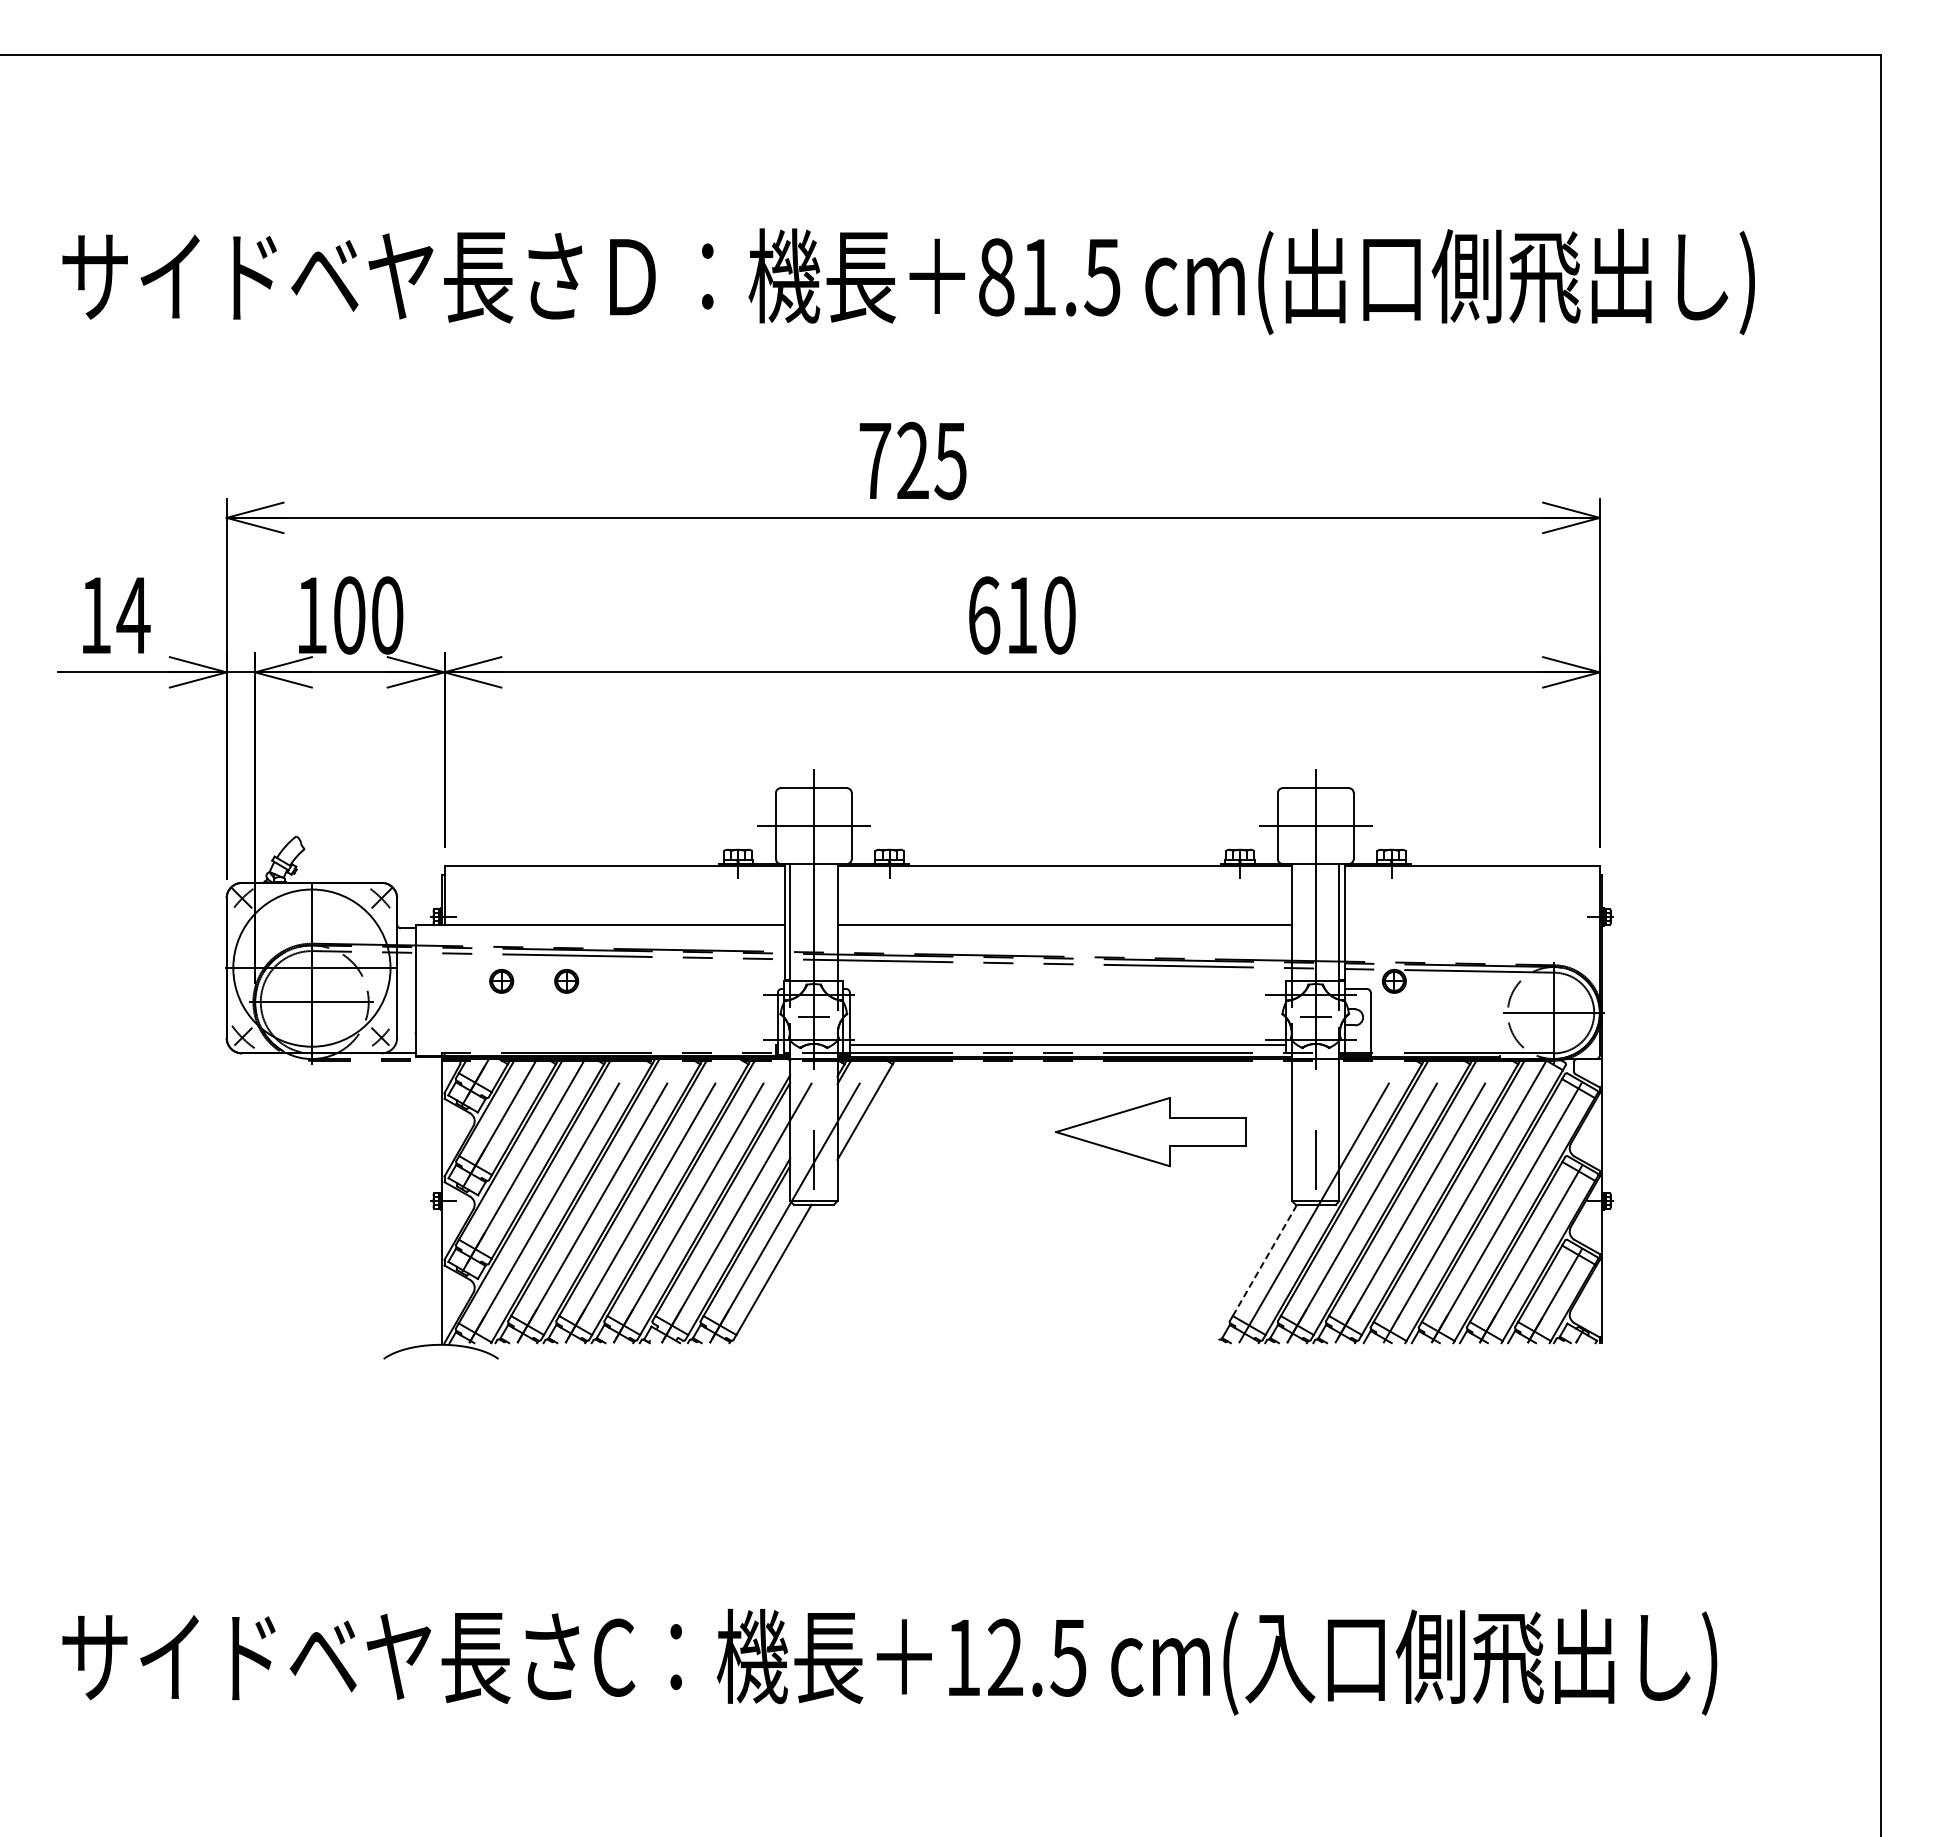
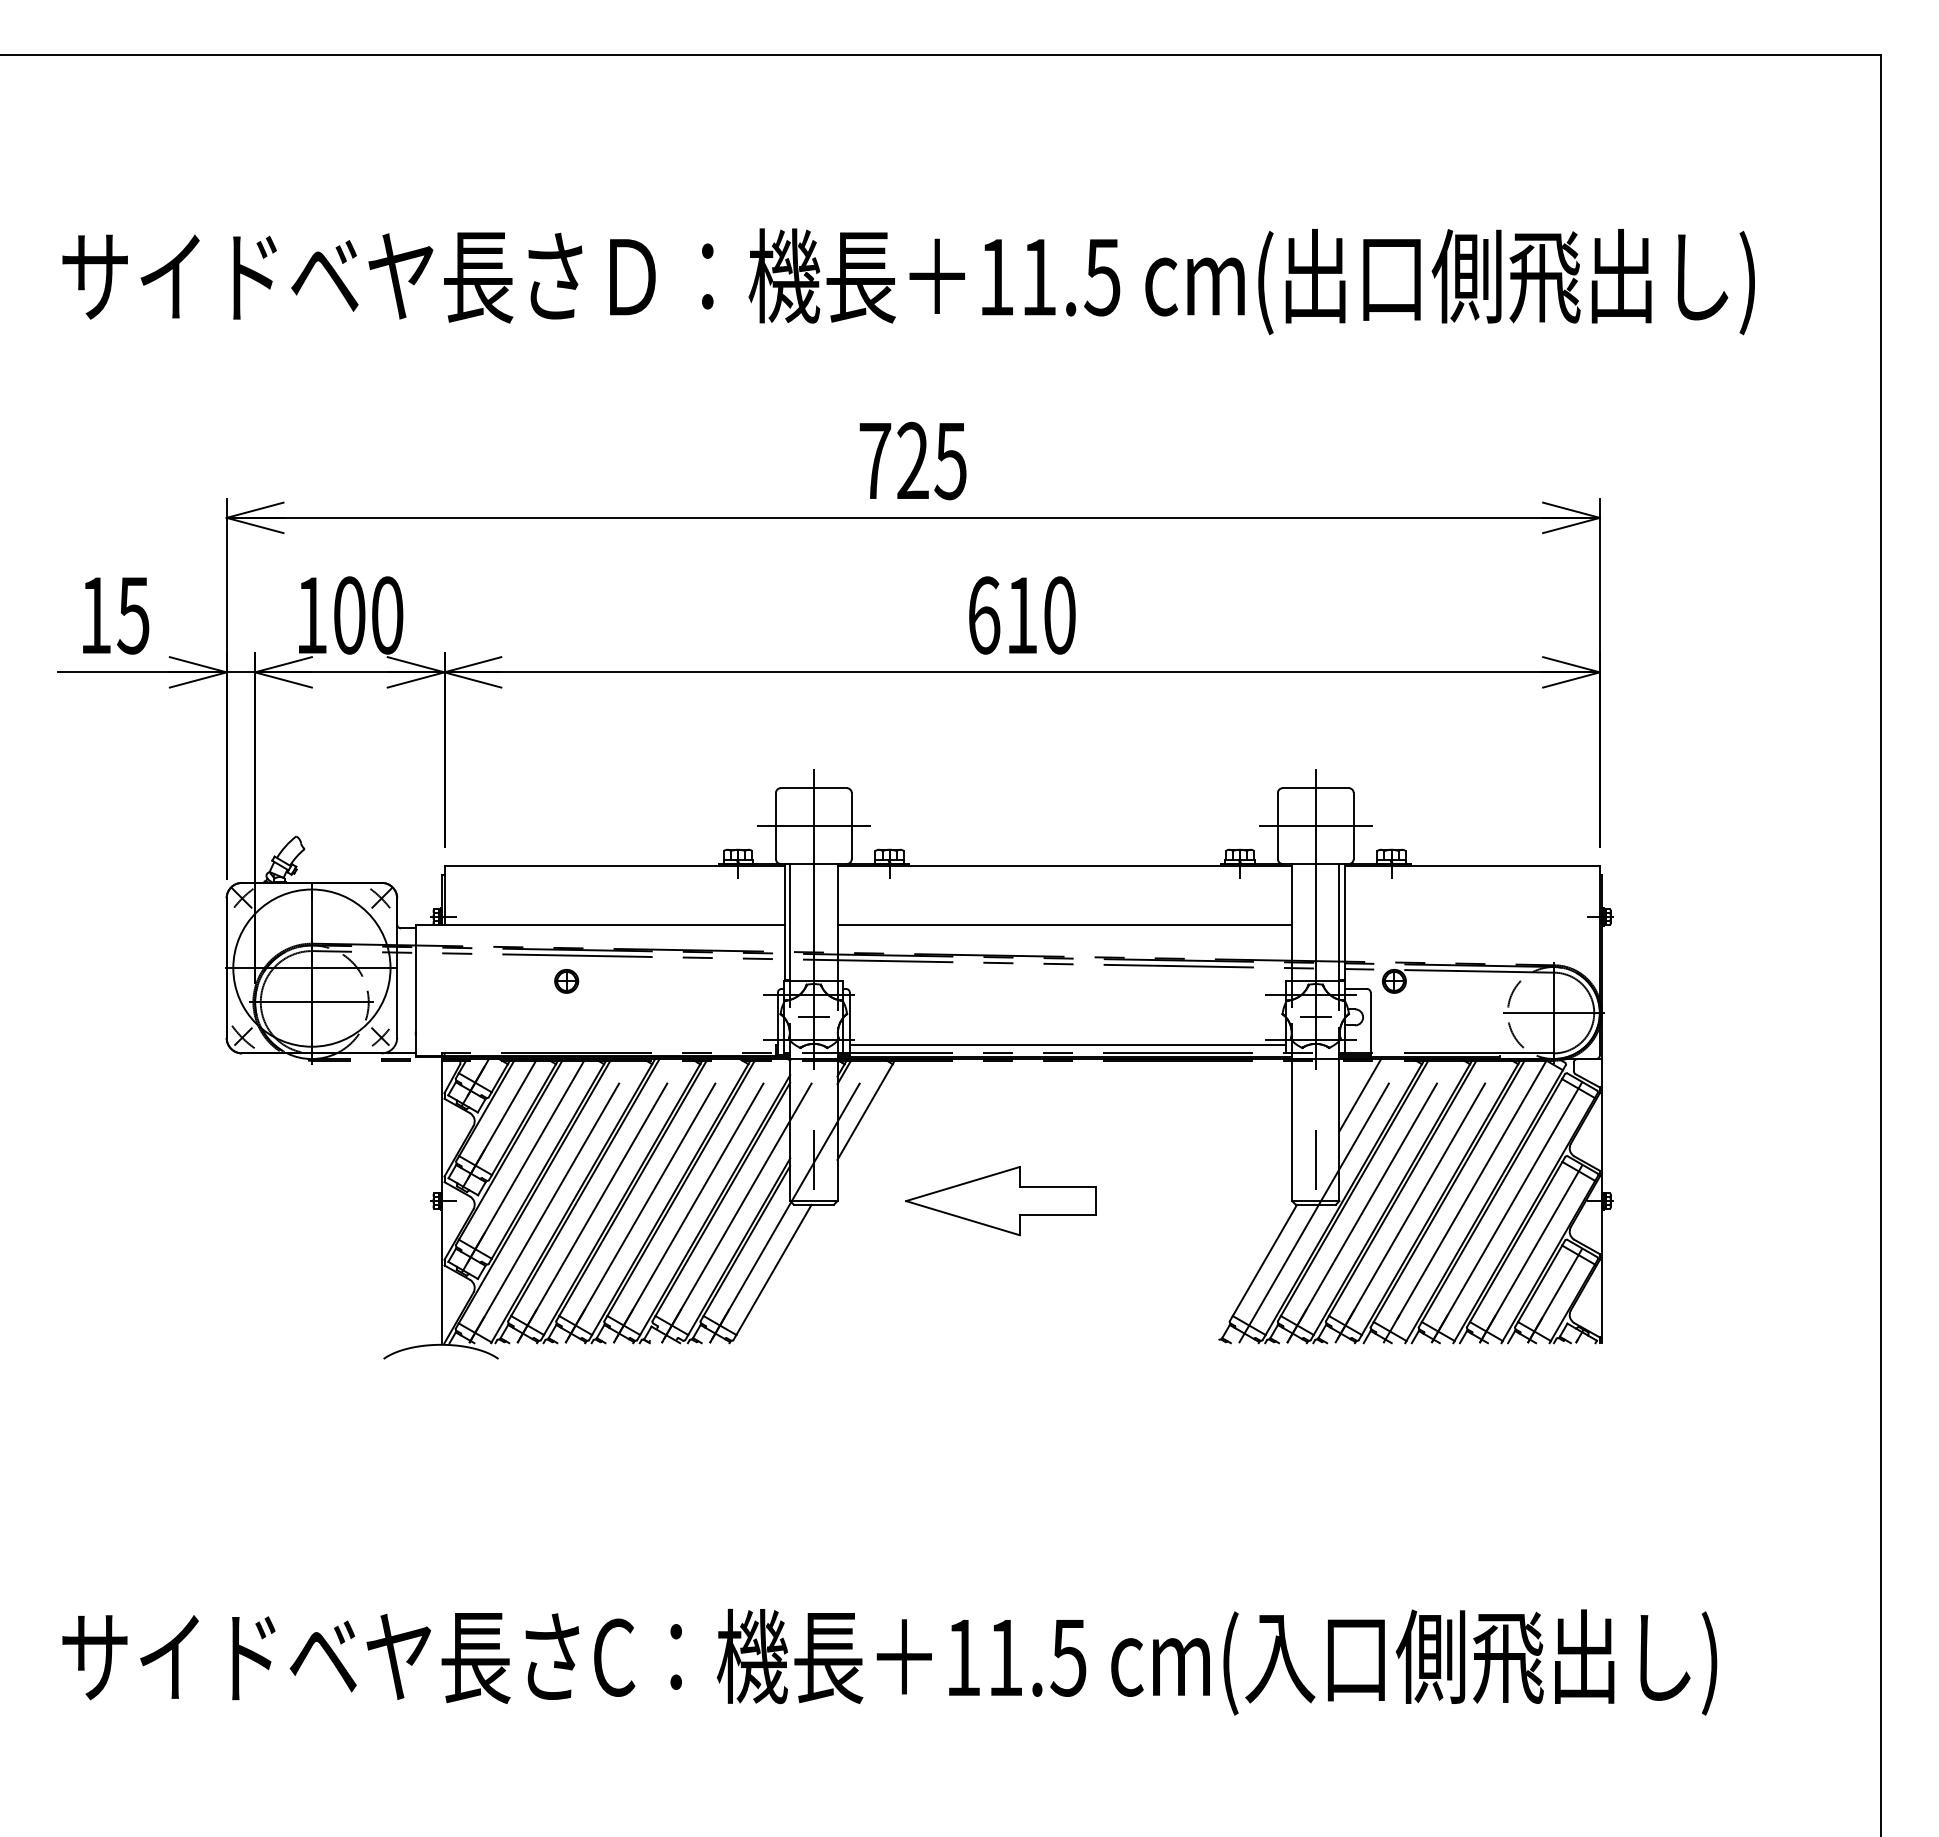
text at (996, 277): 81.5 -> 11.5
text at (133, 615): 14 -> 15
part at (501, 981): present -> none
line at (1360, 1095): none -> present
part at (1150, 1132) position: (1150, 1132) -> (1000, 1201)
line at (1265, 1260): dashed -> solid
text at (1004, 1656): 12.5 -> 11.5
